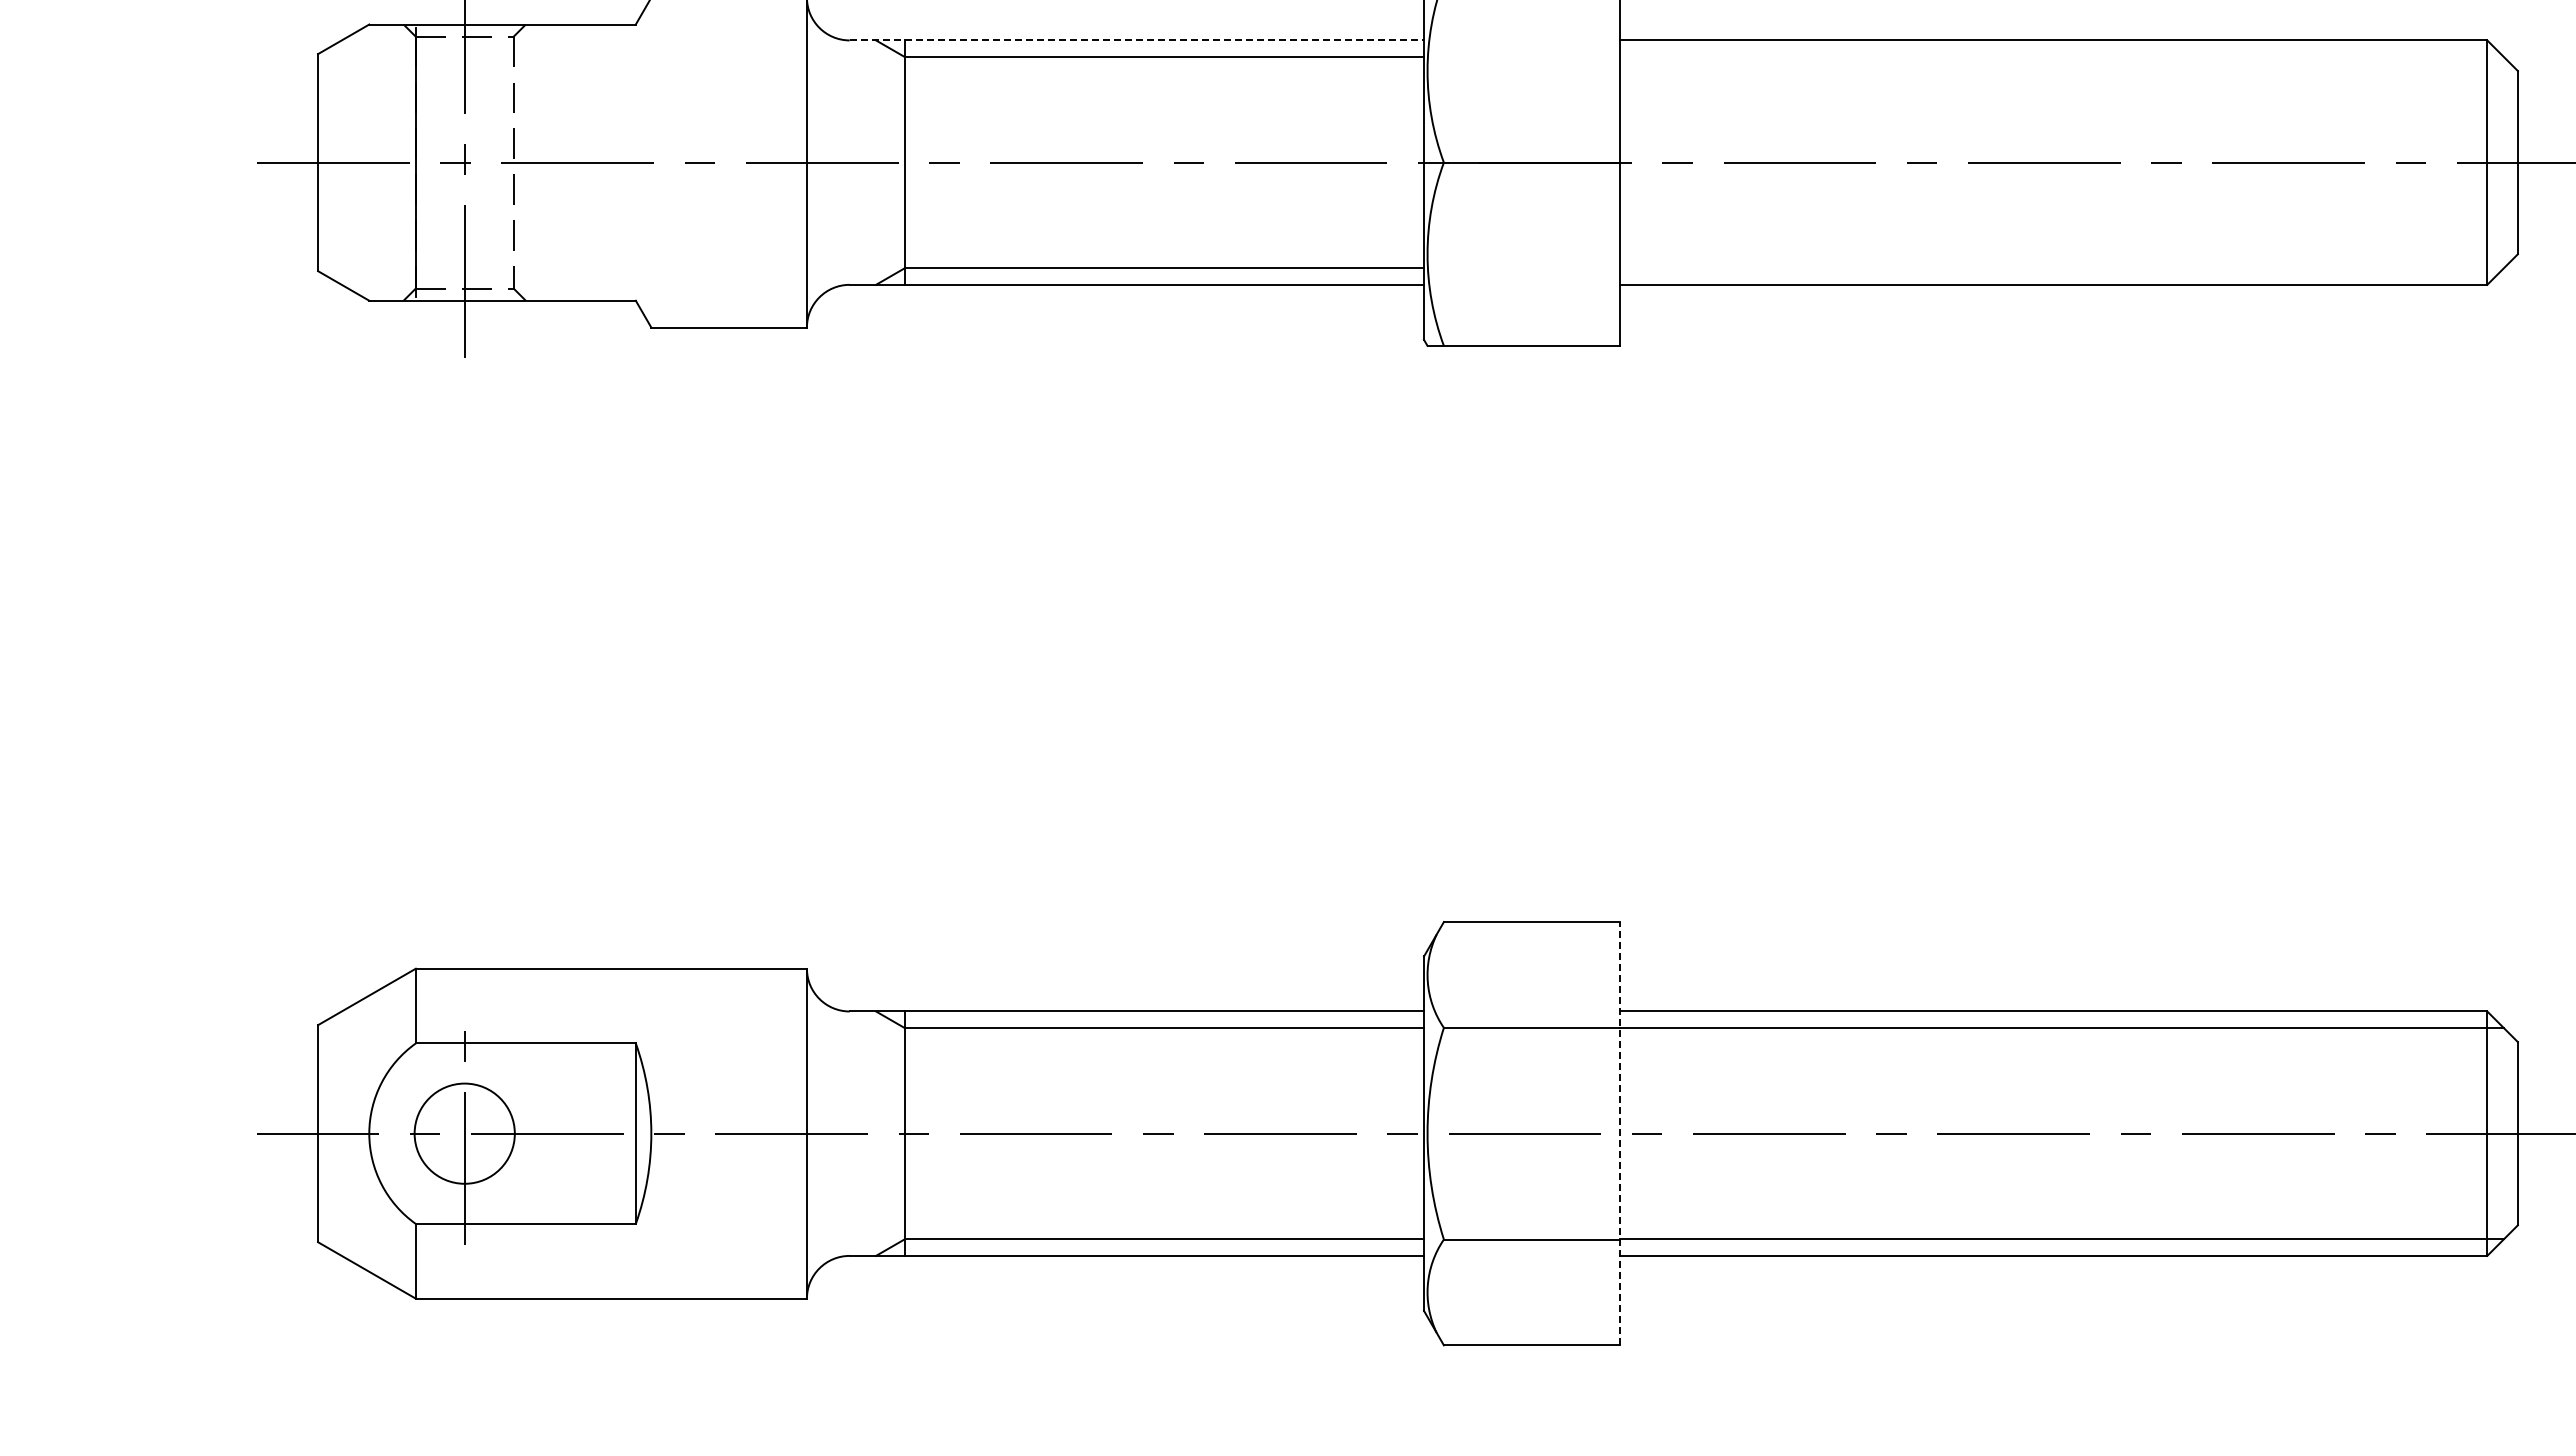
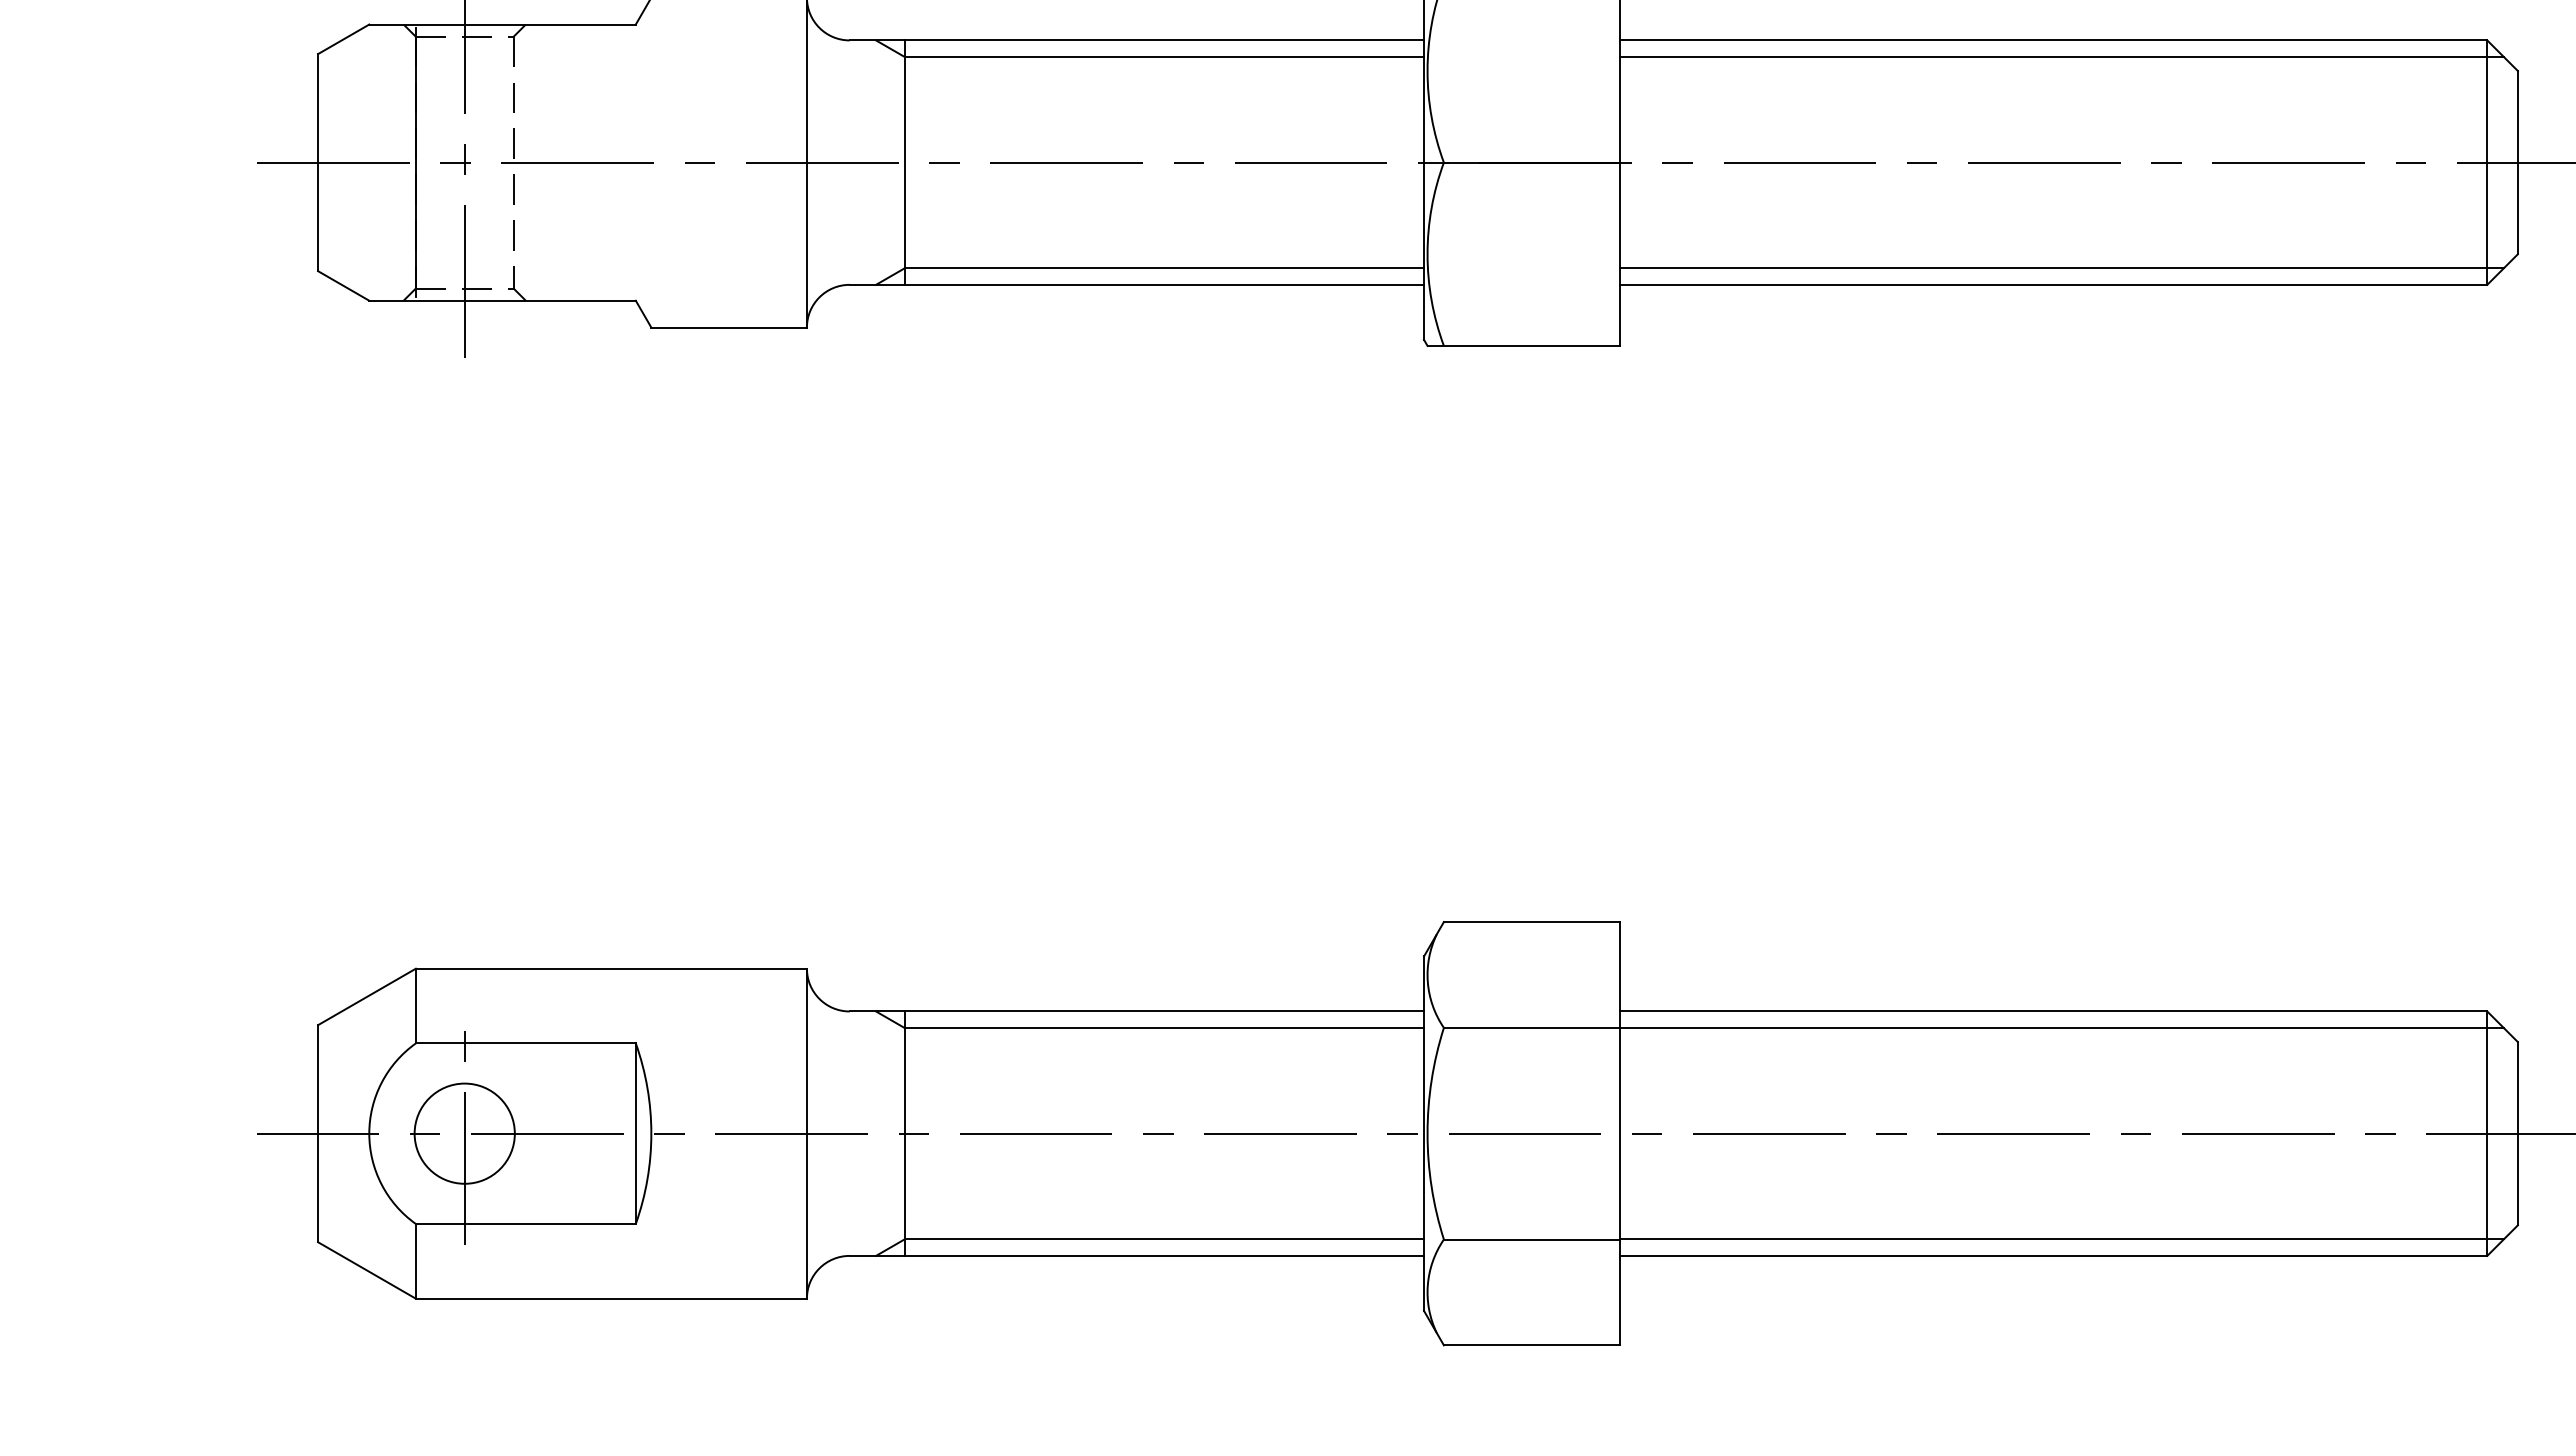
line at (1137, 40): dashed -> solid
line at (2061, 56): none -> present
line at (2061, 268): none -> present
line at (1619, 1133): dashed -> solid
